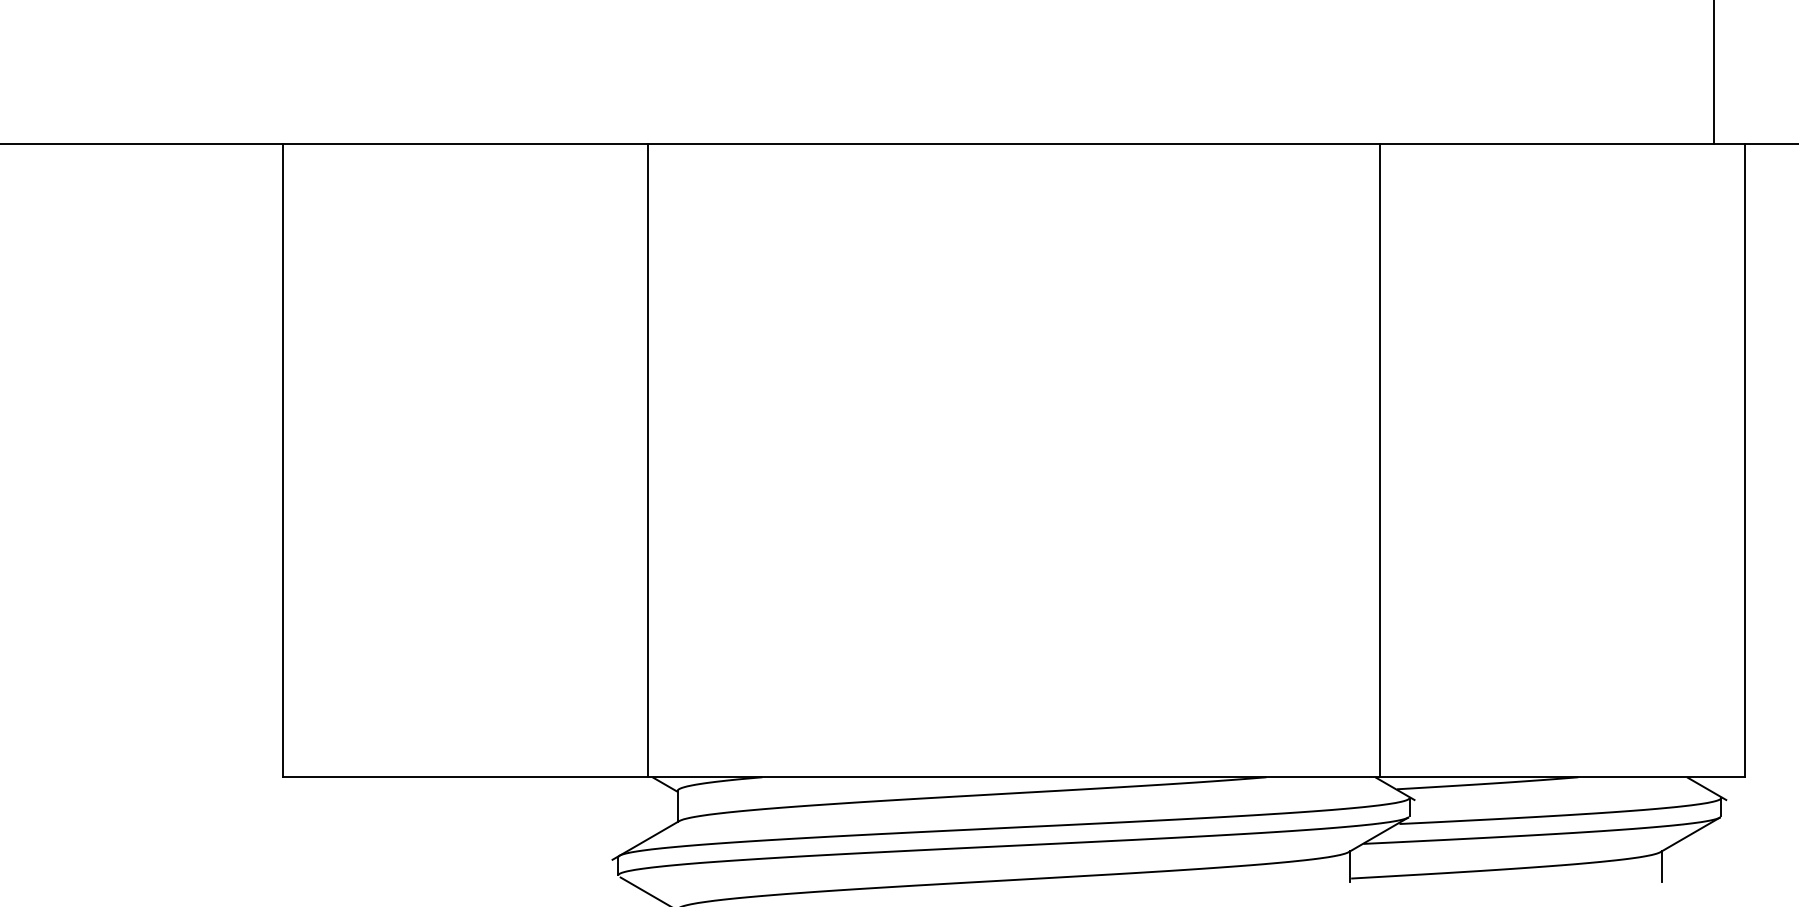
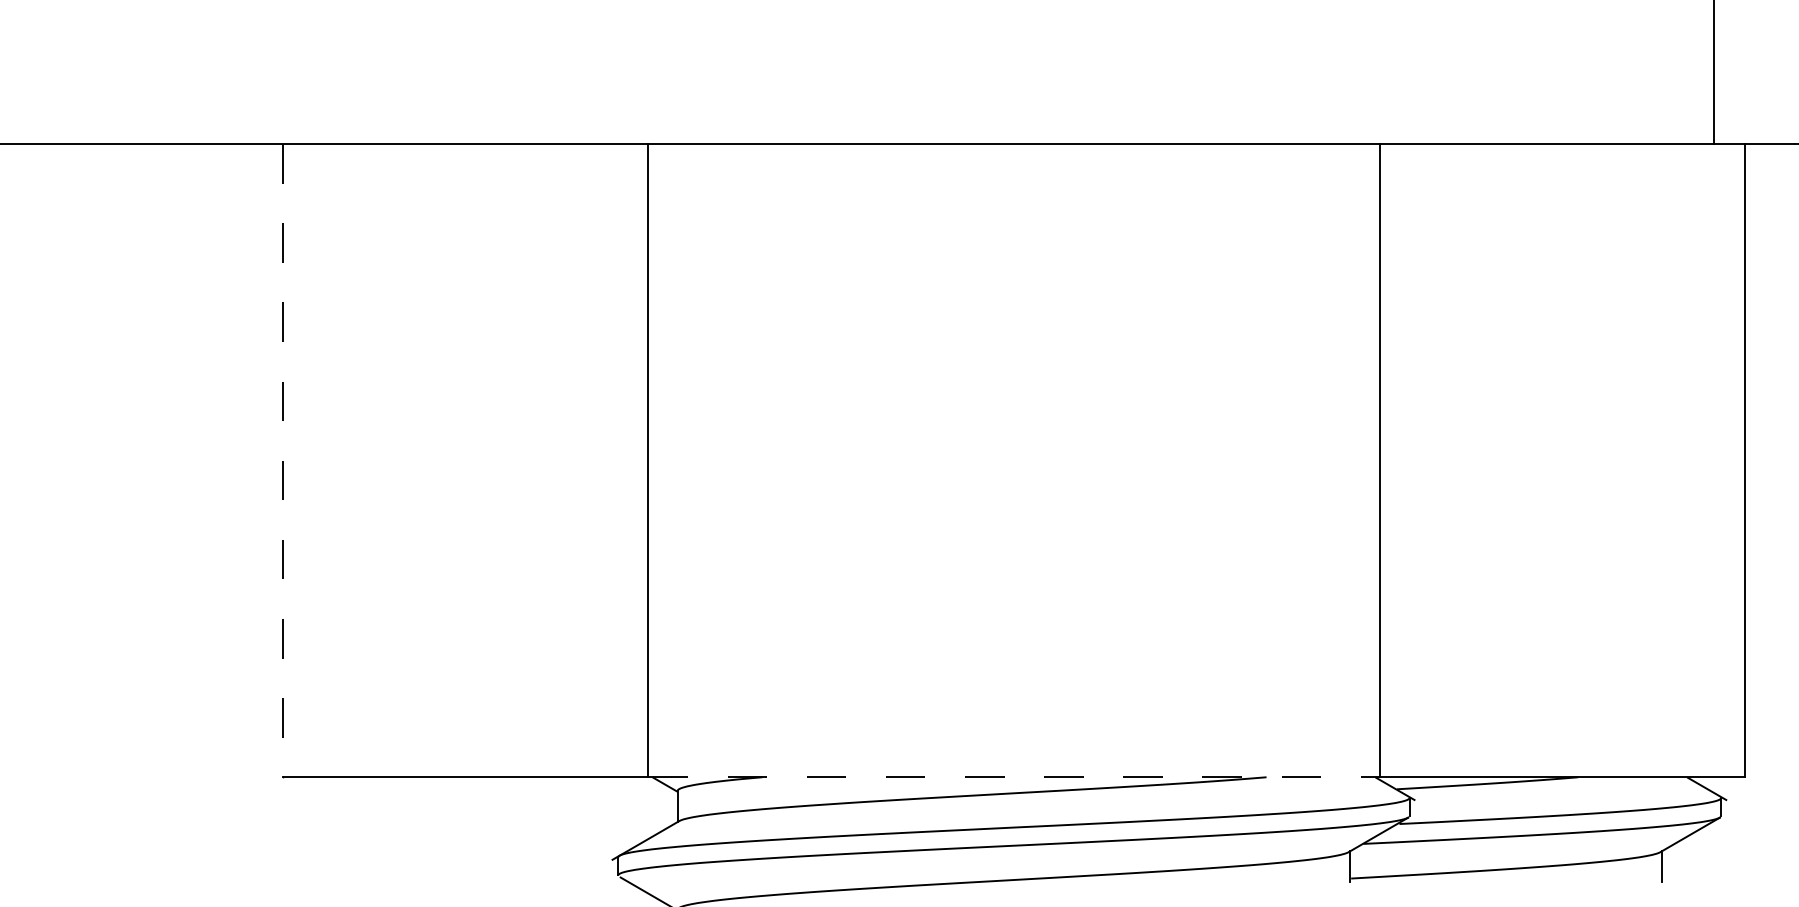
line at (282, 460): solid -> dashed
line at (1013, 777): solid -> dashed
